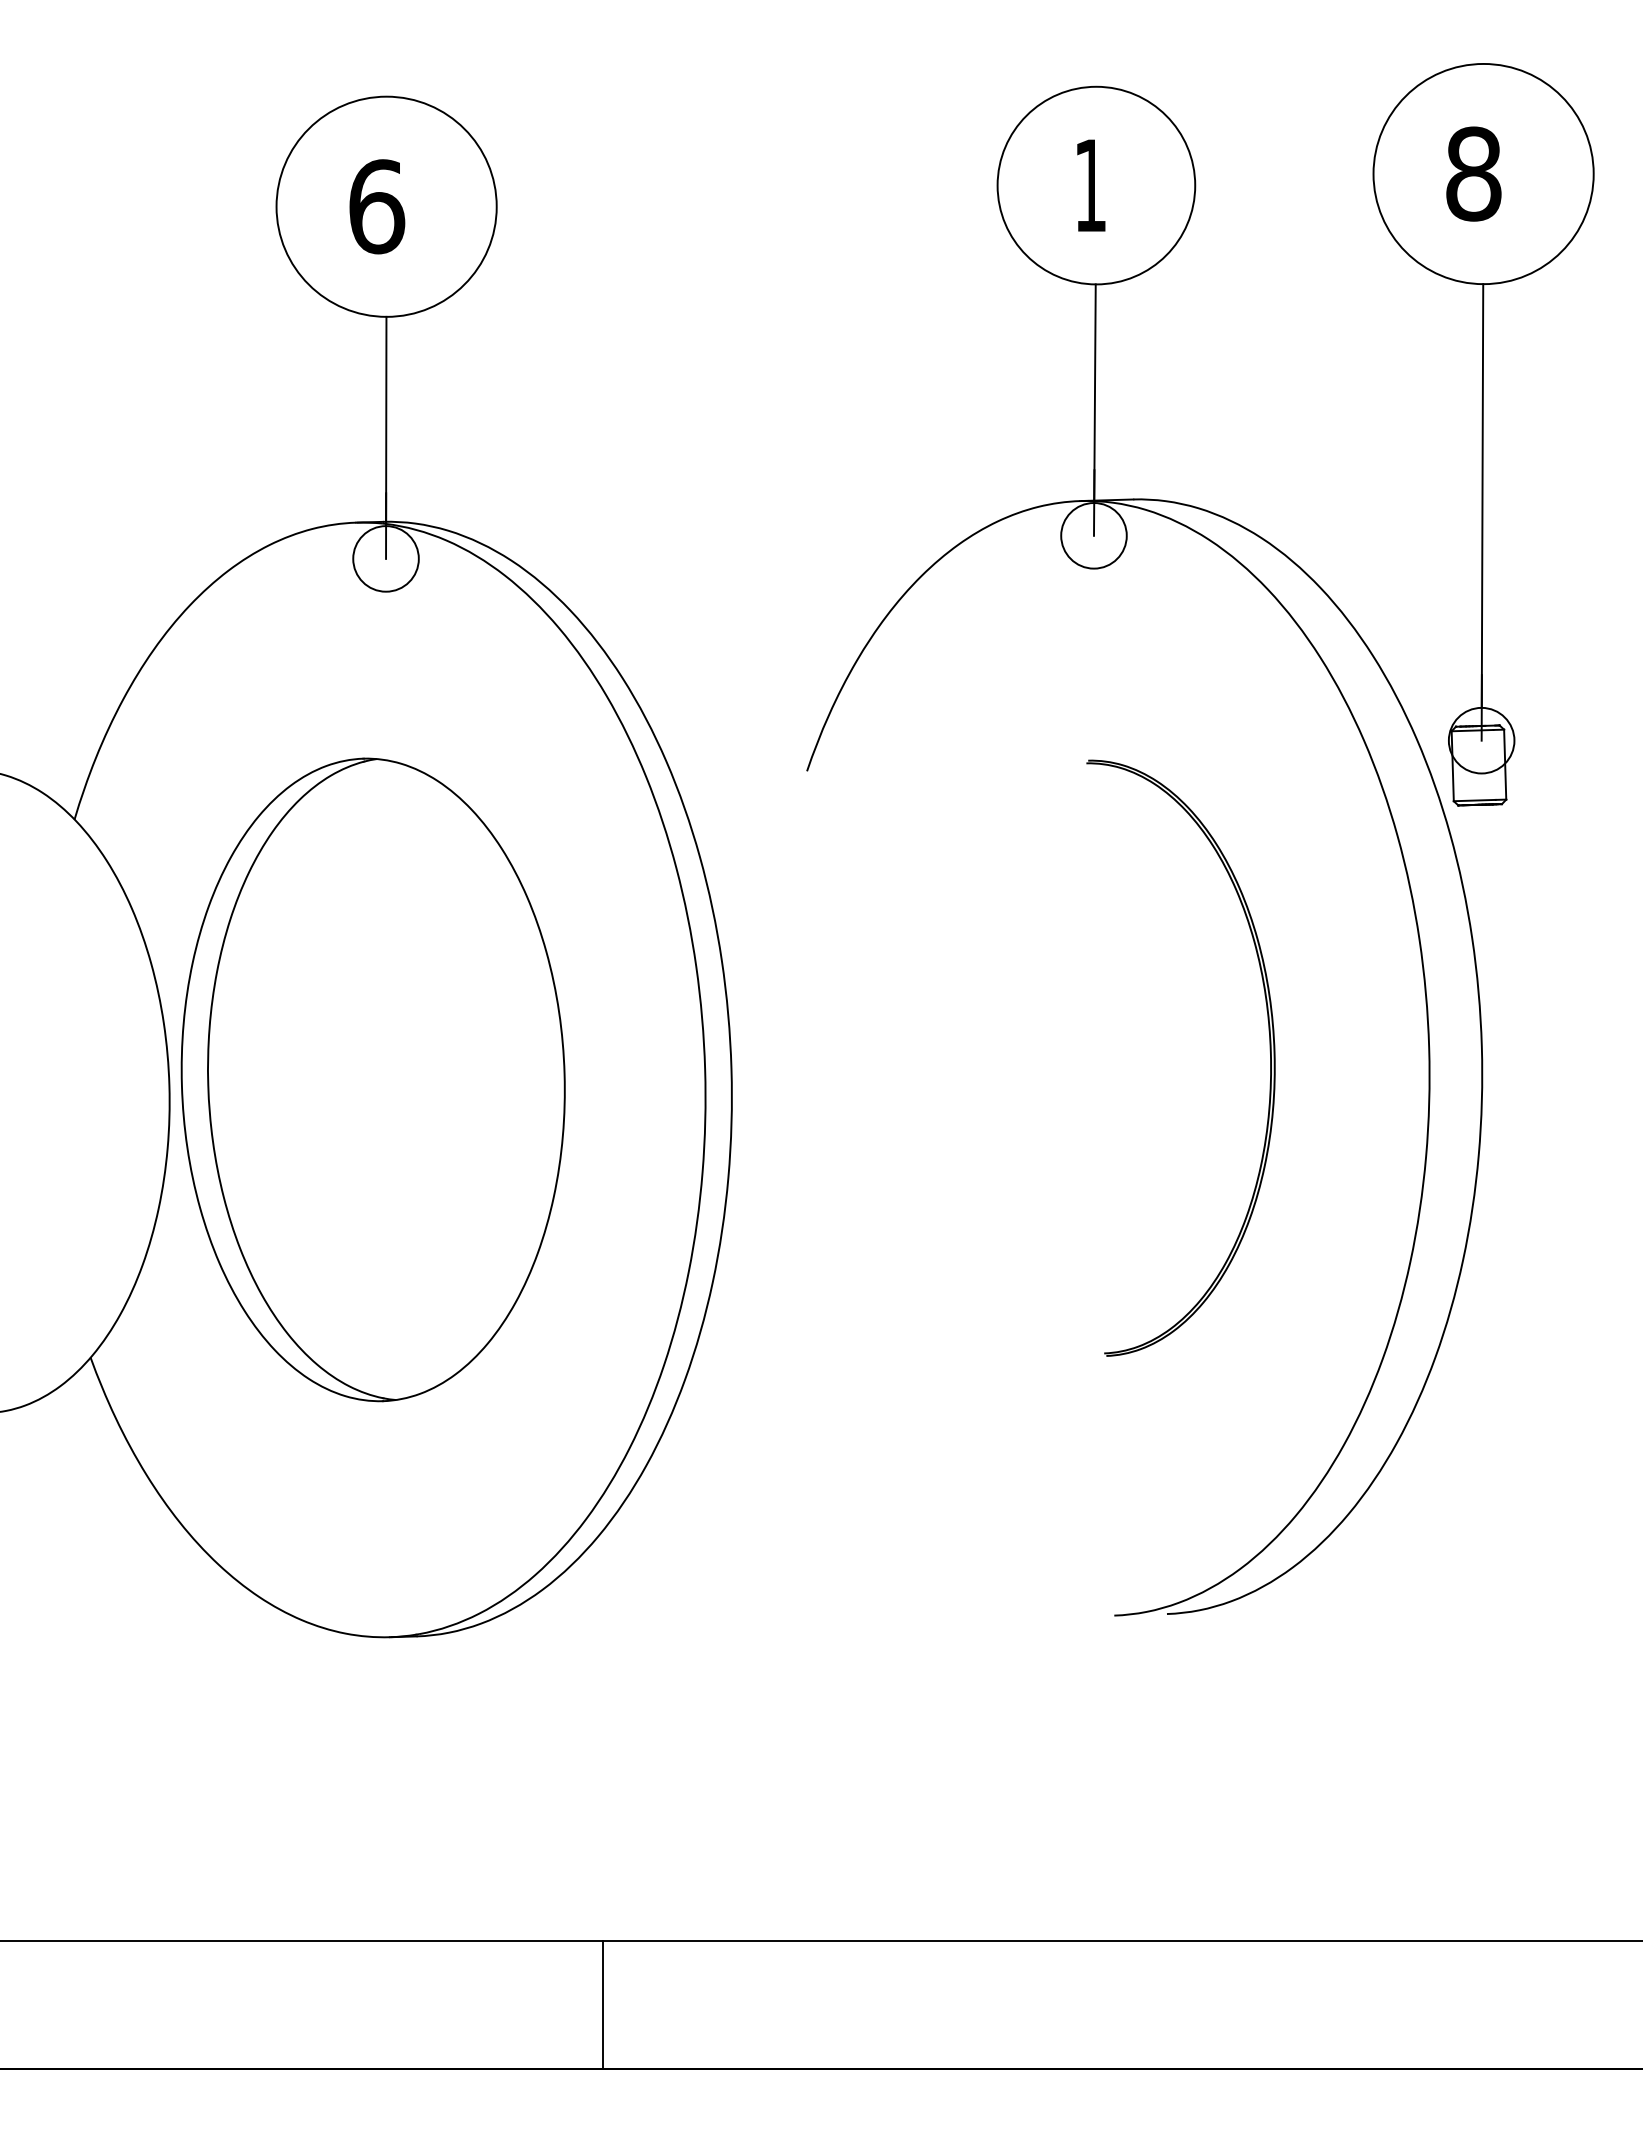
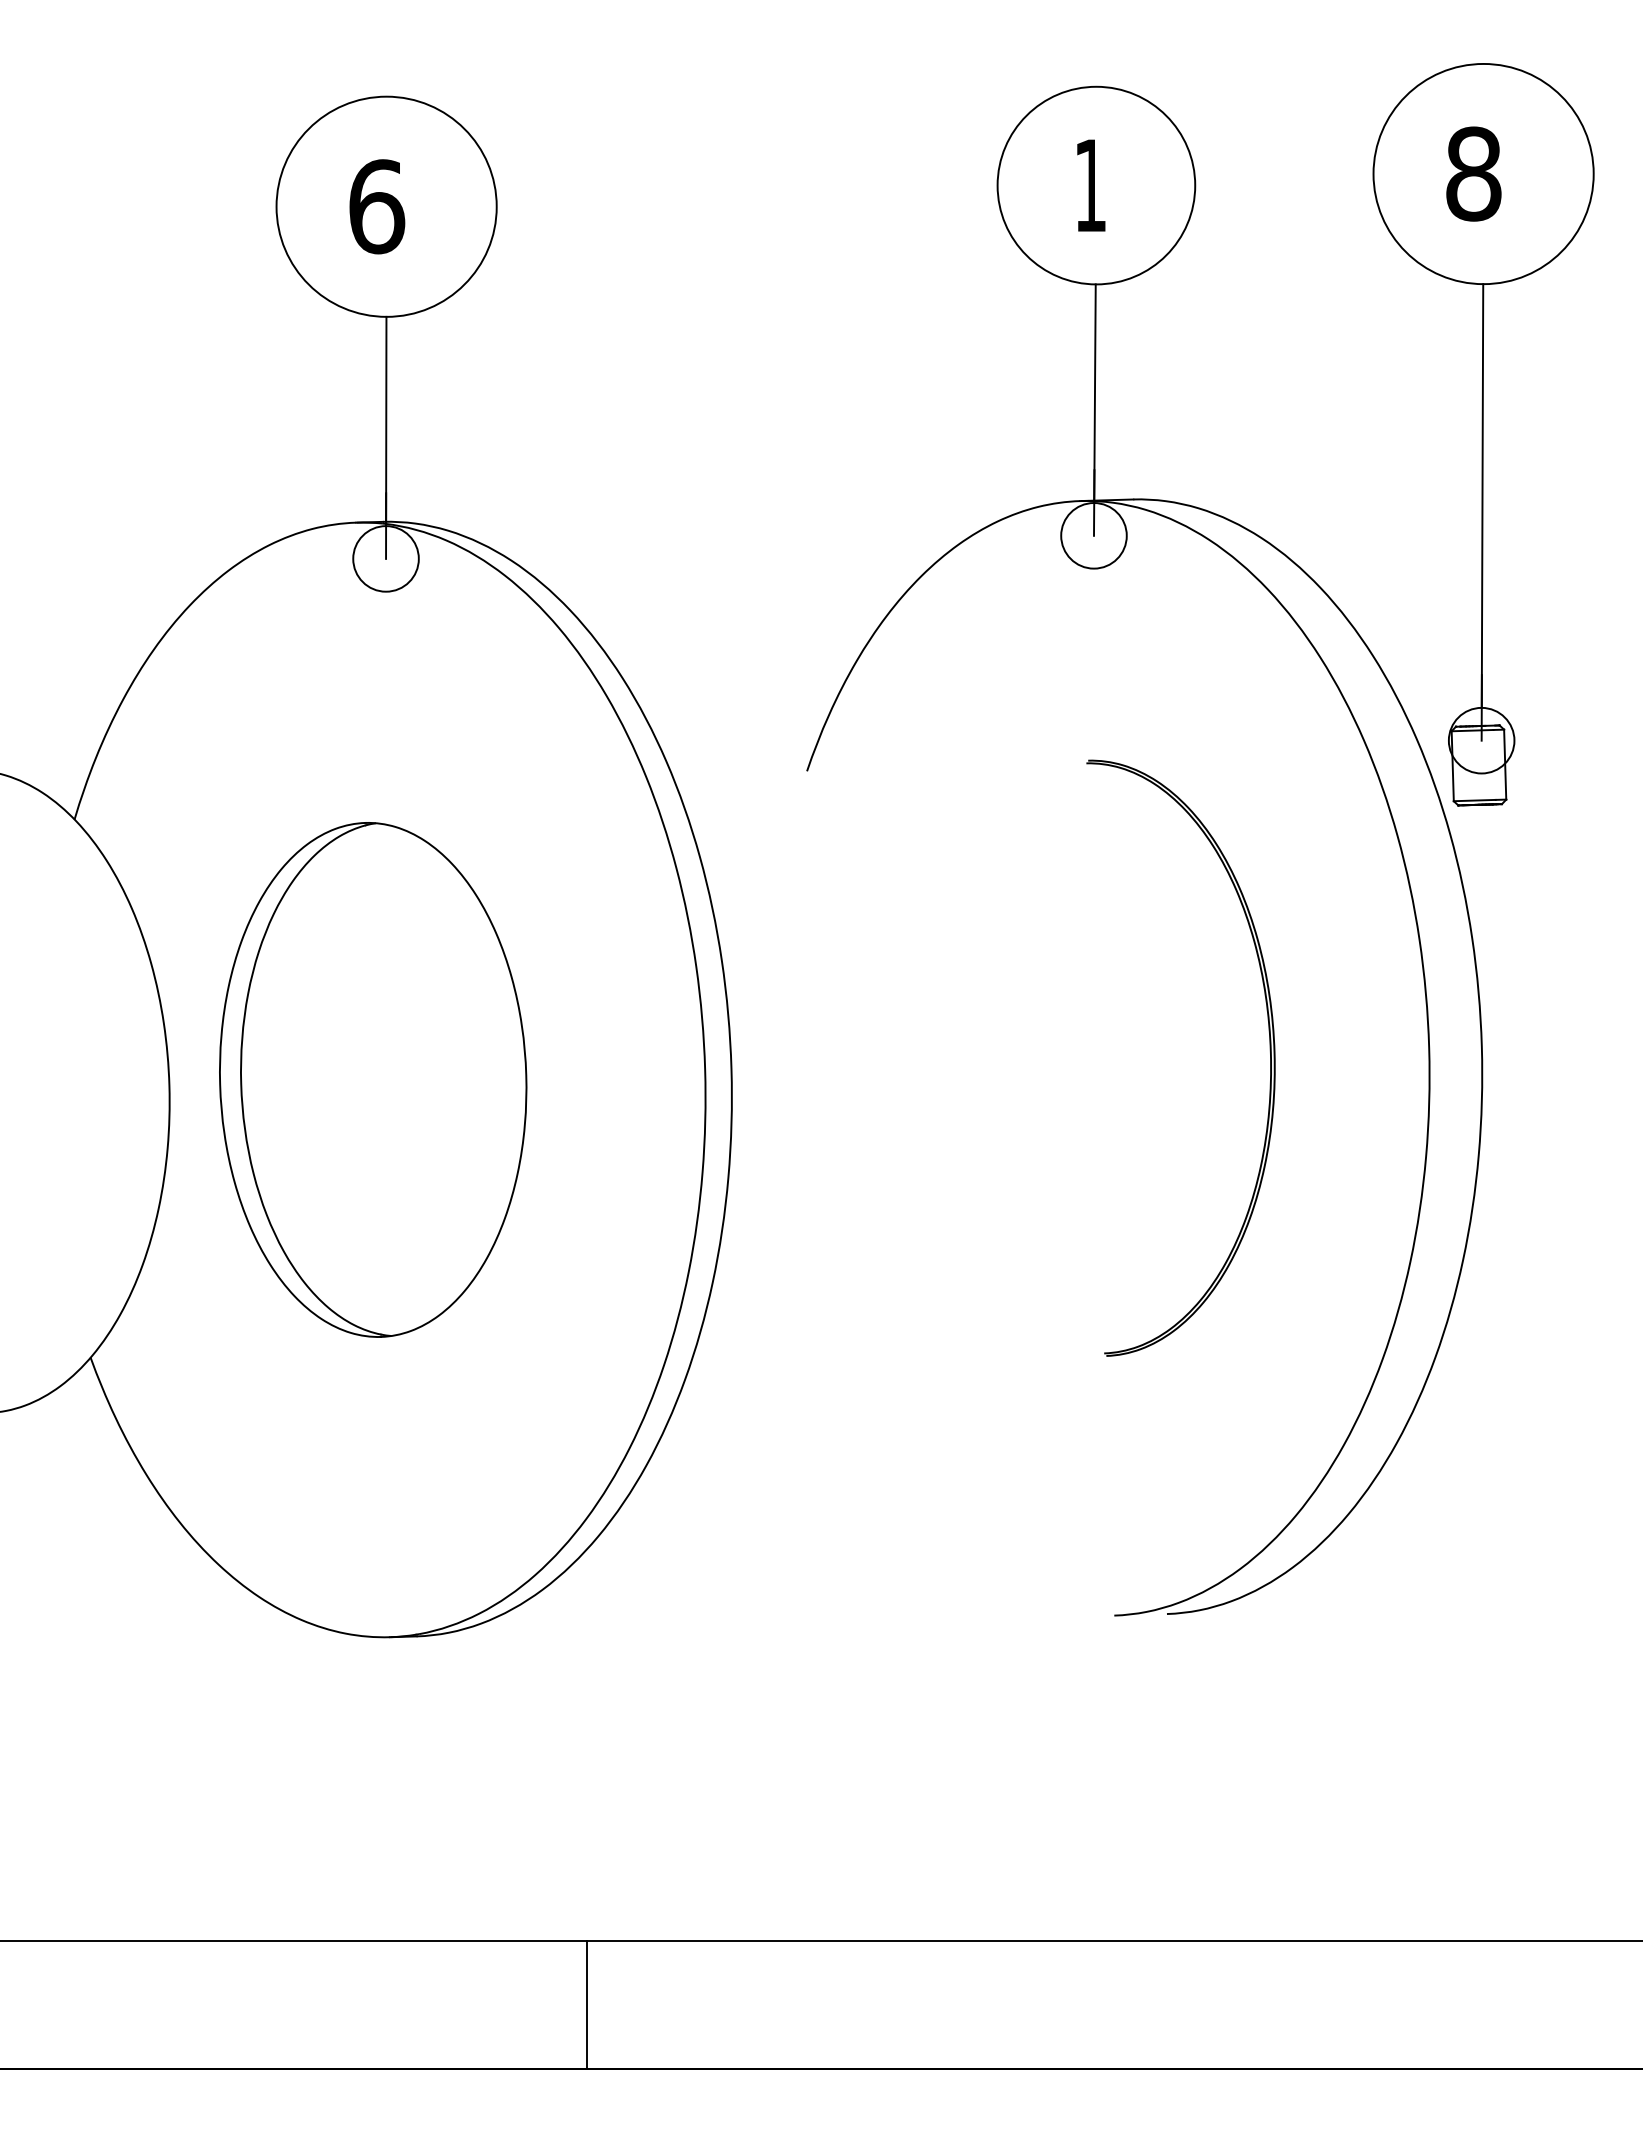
part at (372, 1079) size: 386x646 px -> 309x516 px
line at (602, 2004) position: (602, 2004) -> (586, 2004)
